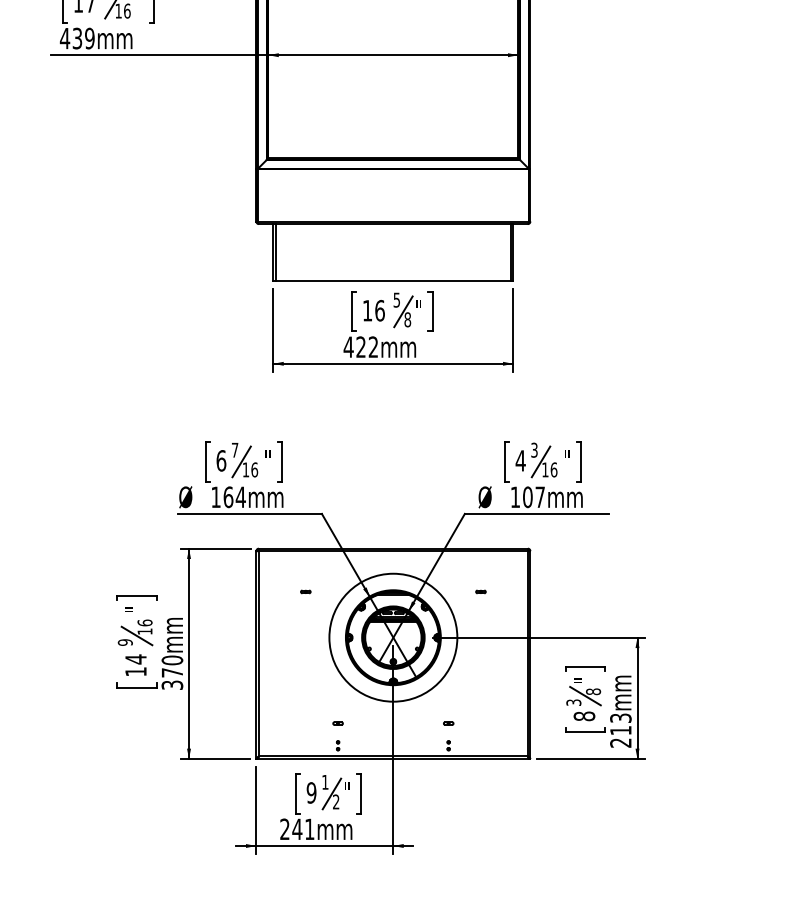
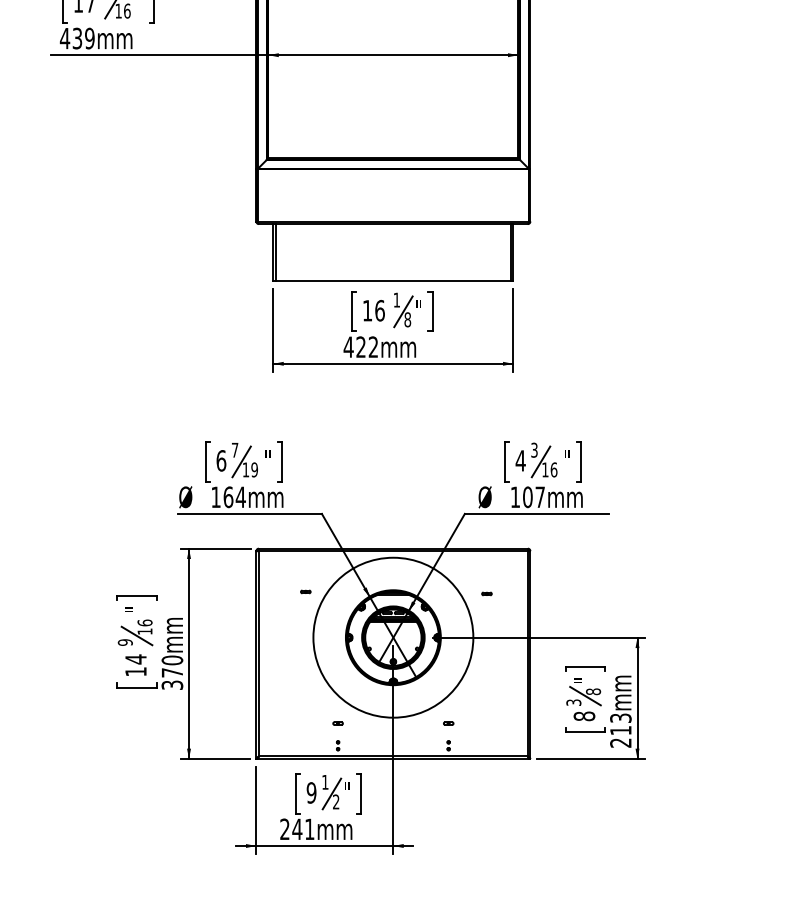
text at (396, 299): 5 -> 1
text at (254, 469): 16 -> 19
part at (480, 591) position: (480, 591) -> (486, 593)
circle at (393, 637) diameter: 128 px -> 160 px
